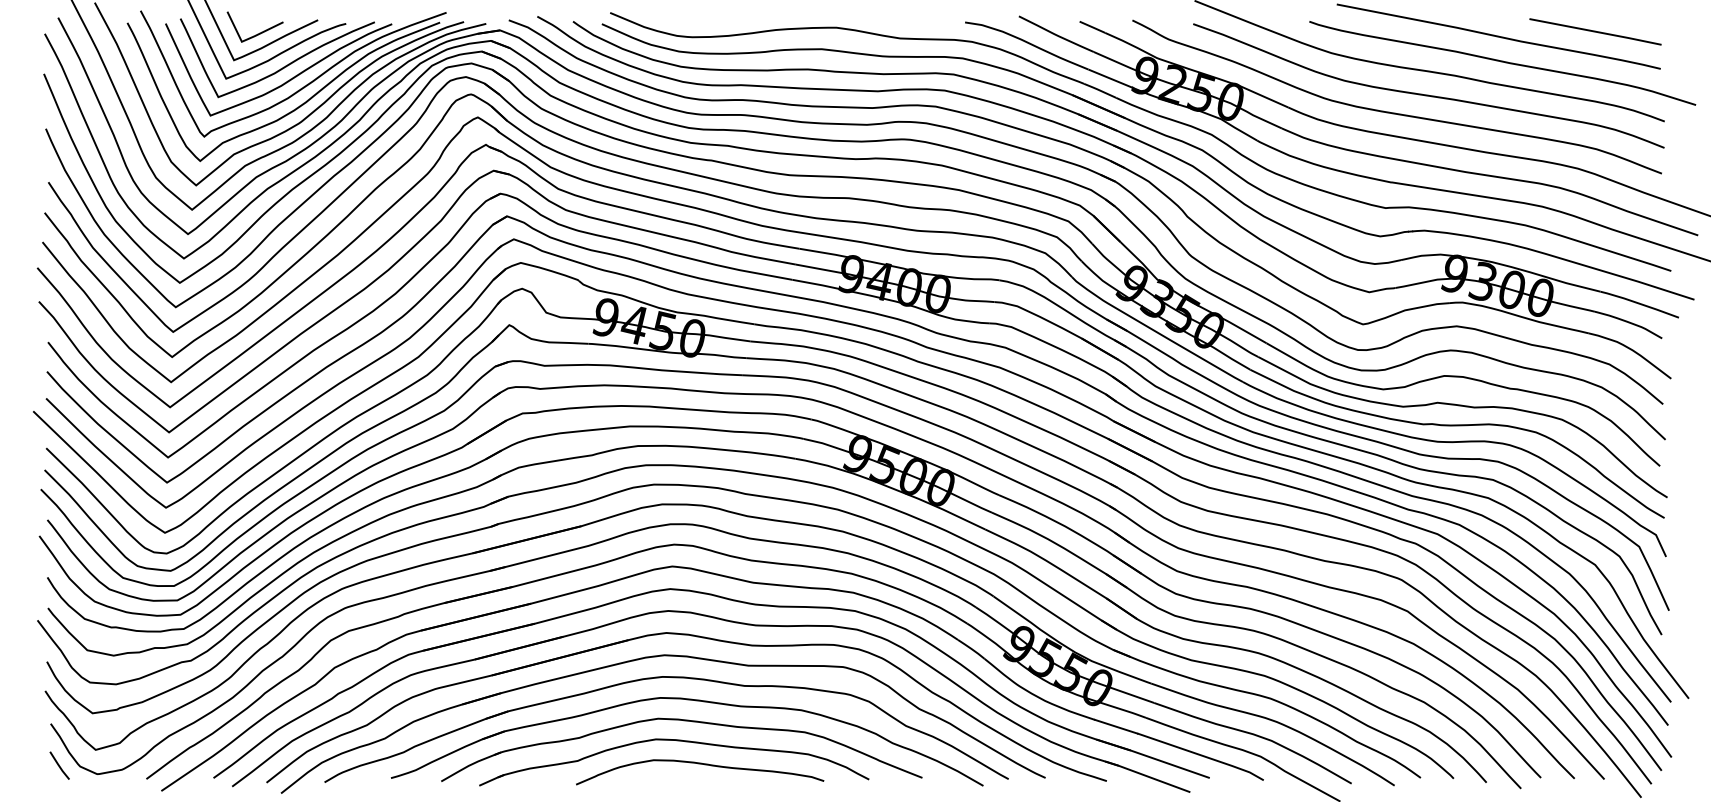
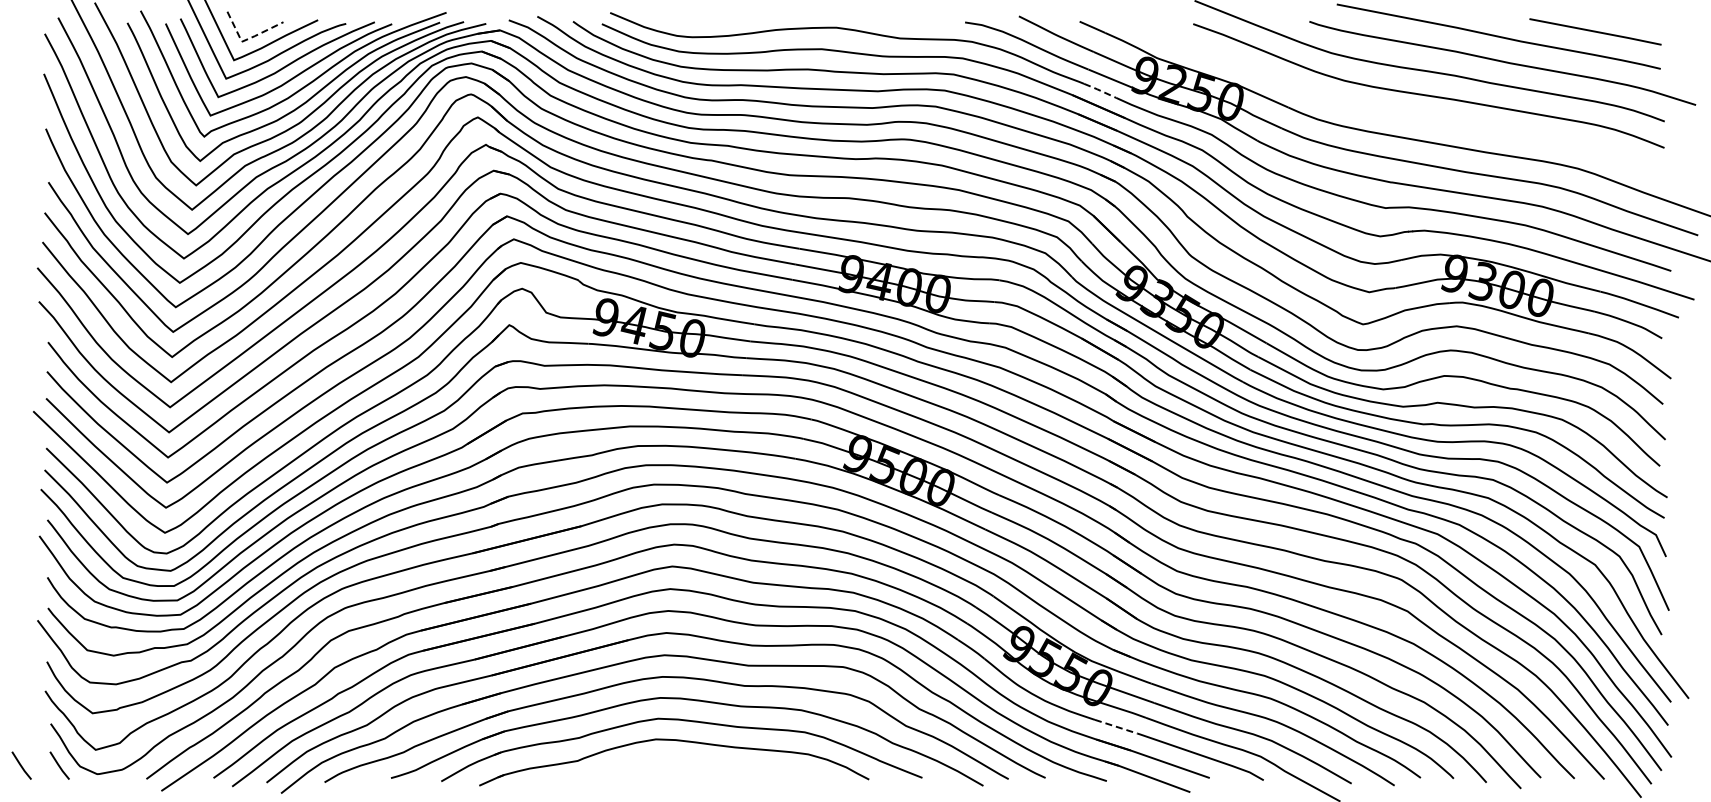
line at (247, 39): solid -> dashed
line at (1098, 90): solid -> dashed
curve at (1395, 112): present -> none
line at (1116, 726): solid -> dashed
curve at (700, 764): present -> none
line at (21, 765): none -> present
